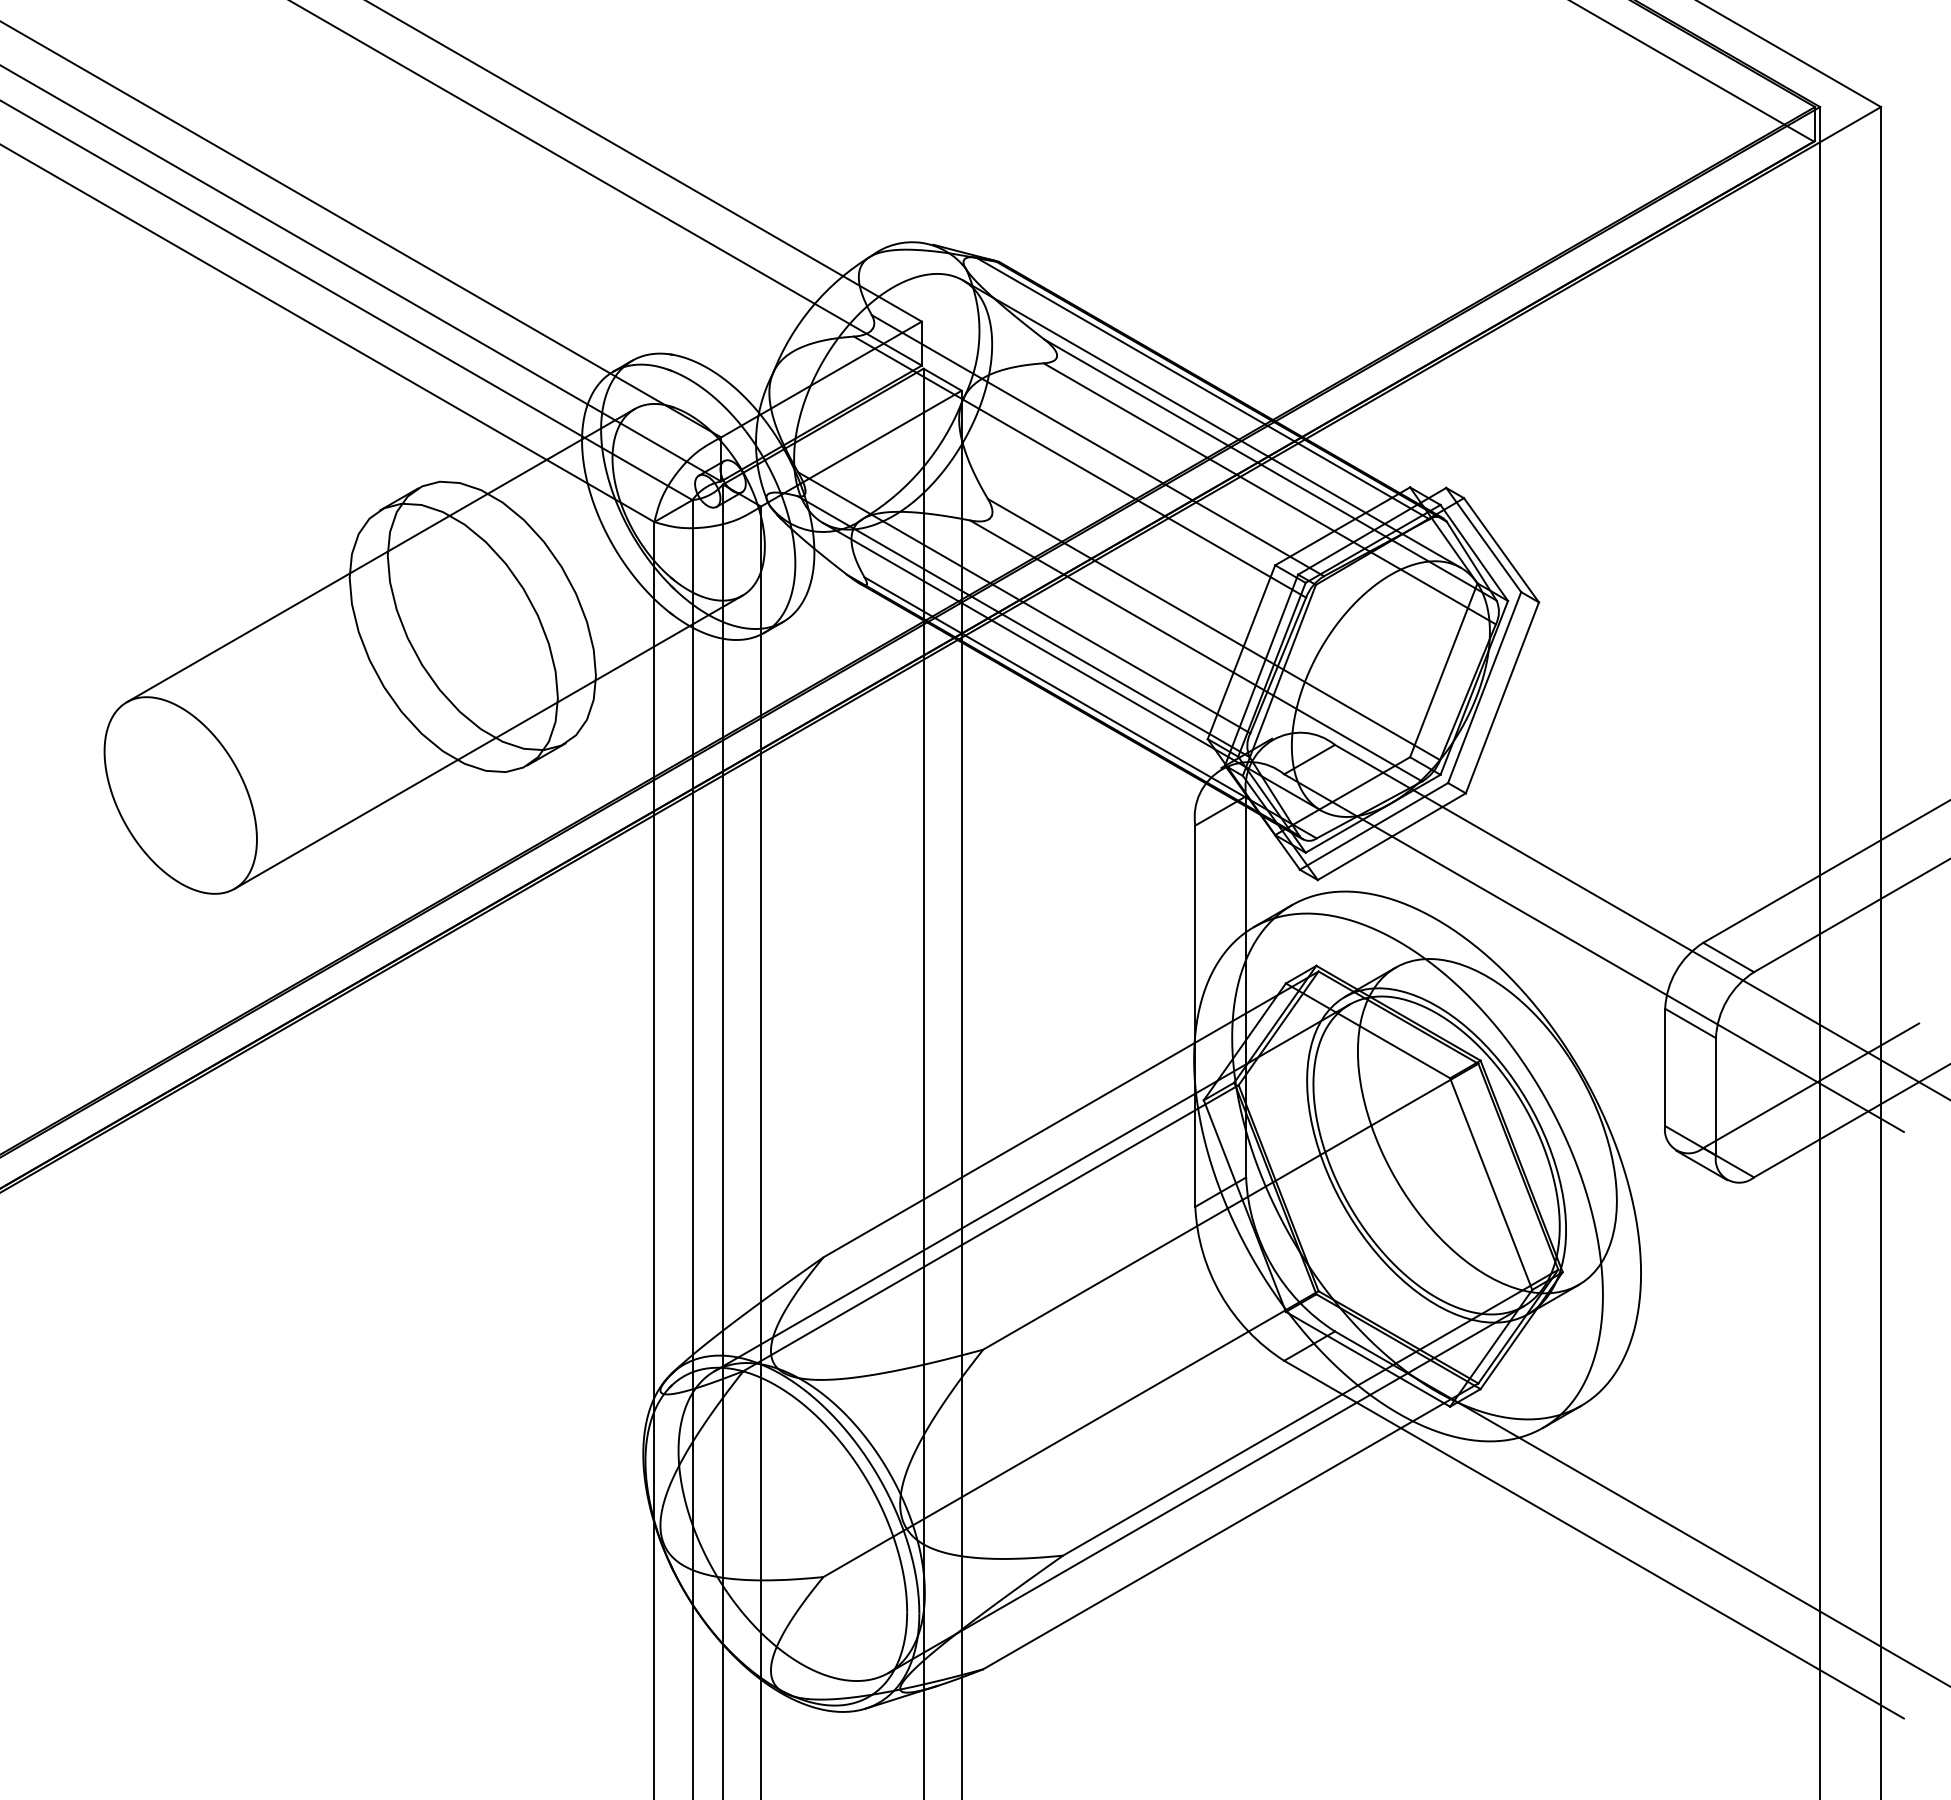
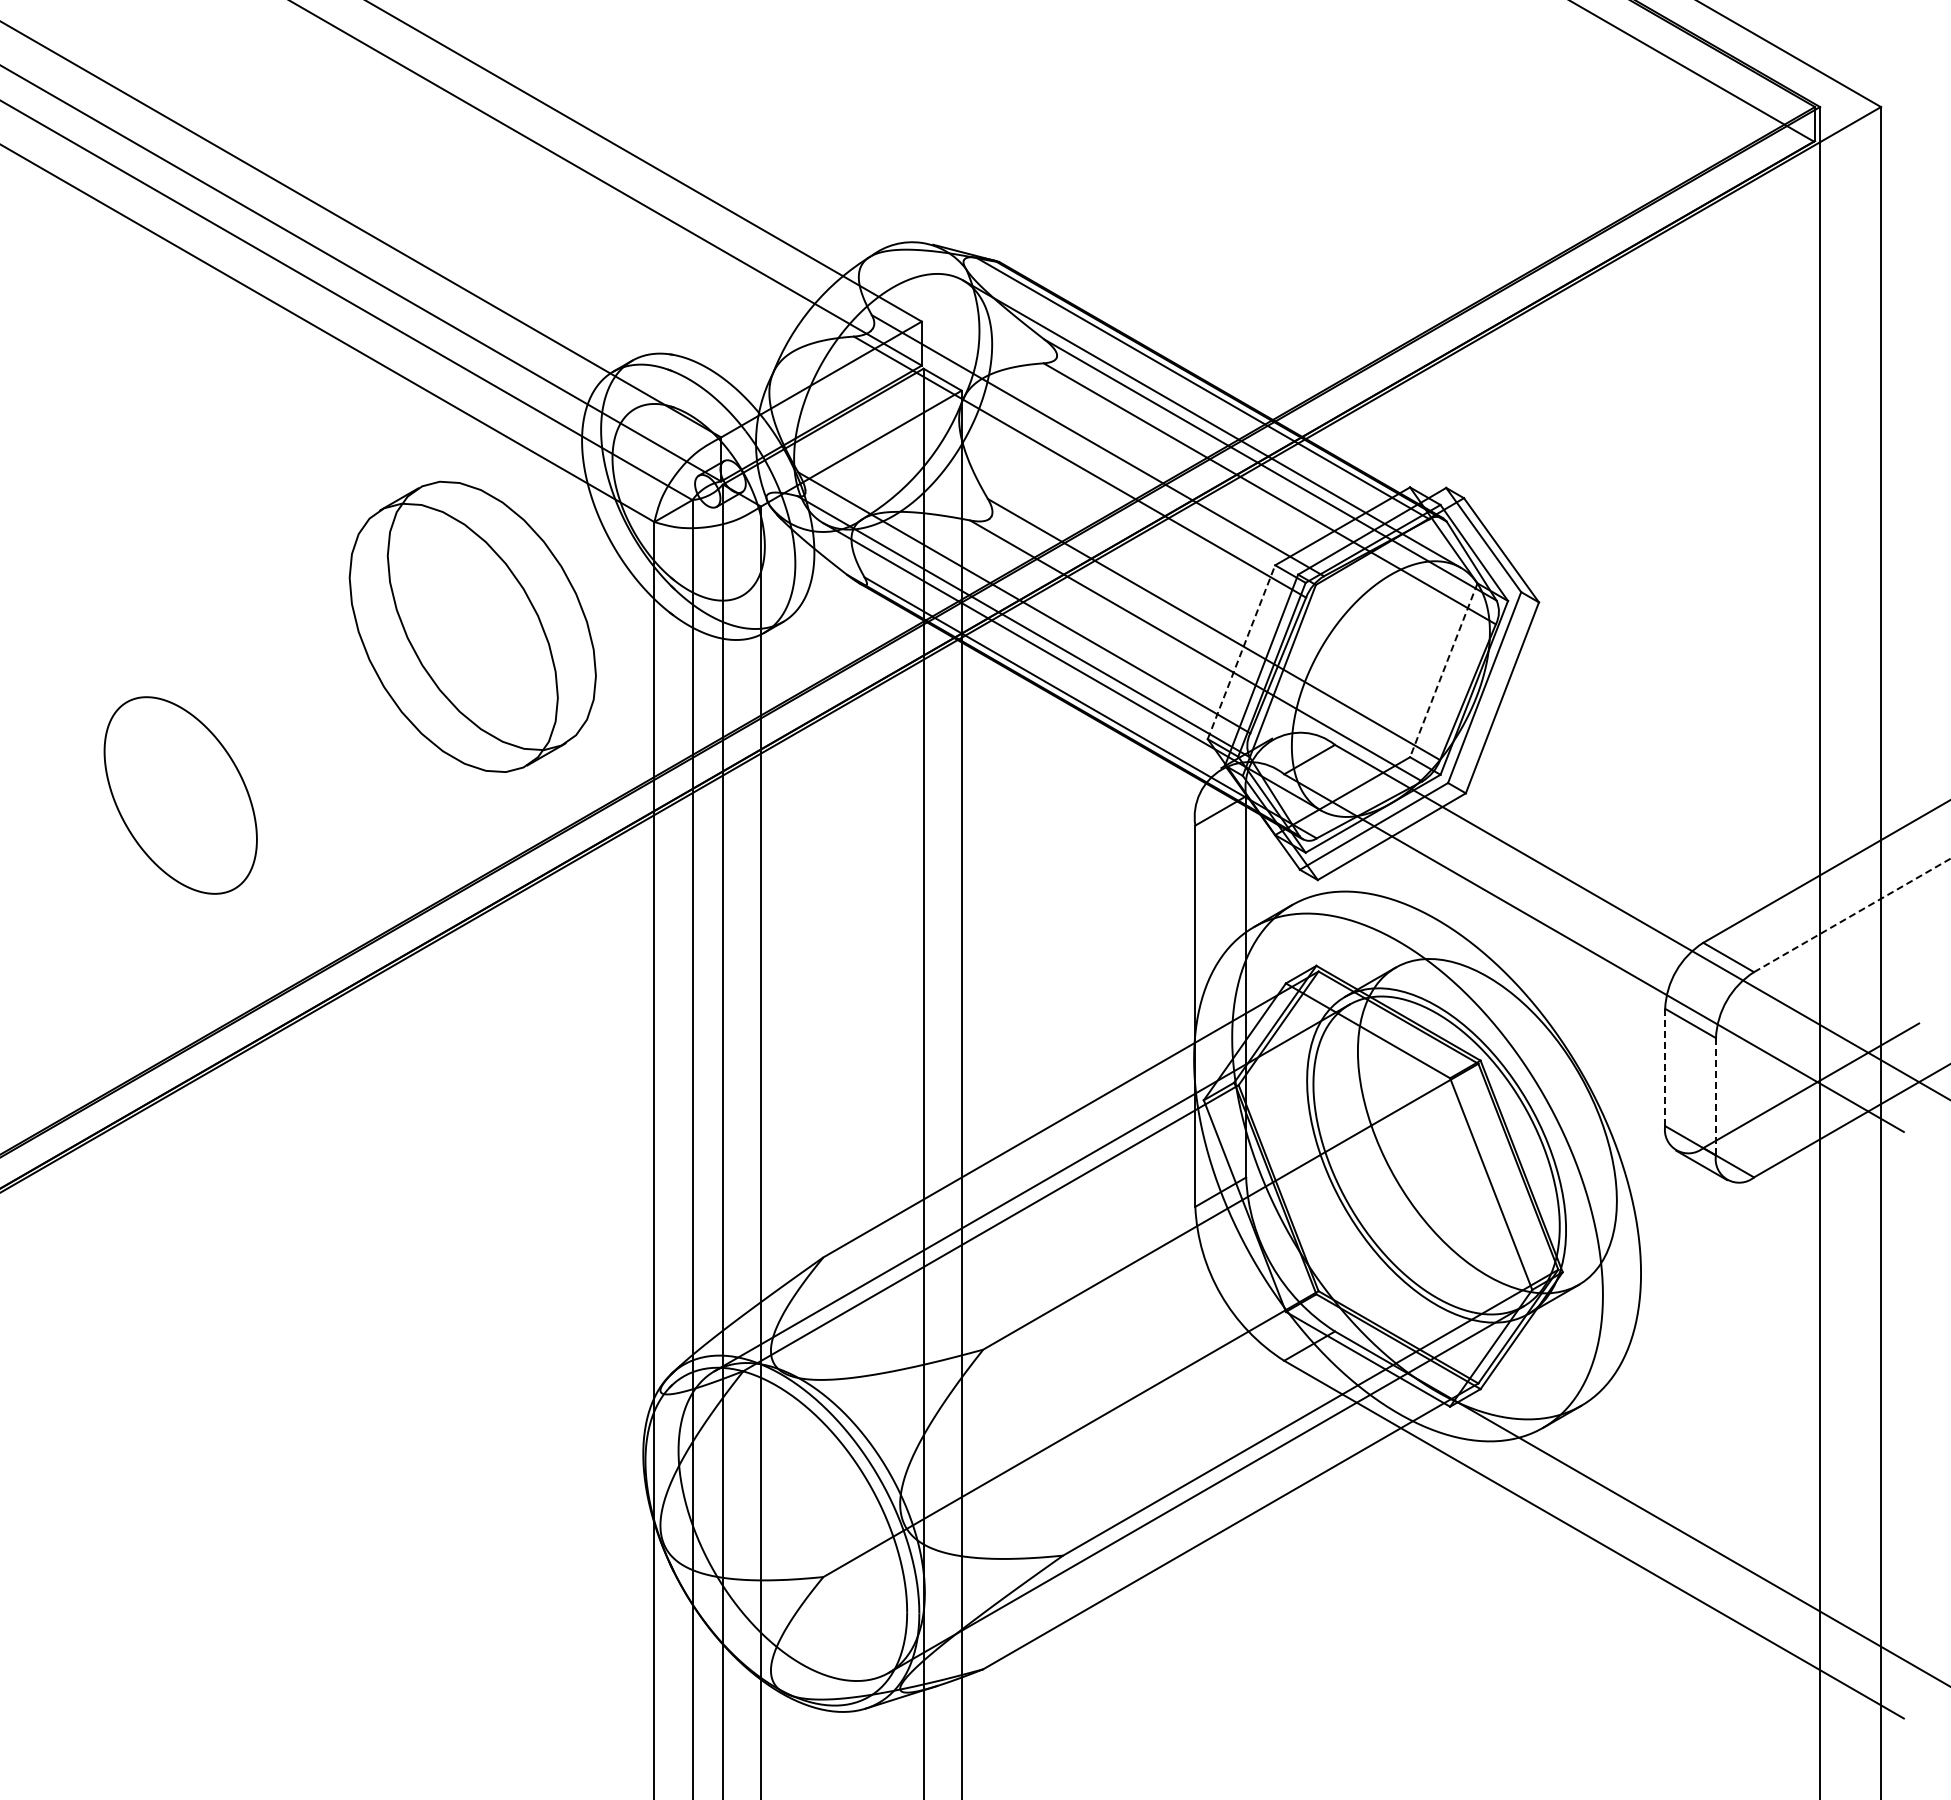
line at (380, 555): present -> none
line at (1241, 651): solid -> dashed
line at (1443, 670): solid -> dashed
line at (488, 741): present -> none
line at (1852, 915): solid -> dashed
line at (1665, 1067): solid -> dashed
line at (1715, 1096): solid -> dashed
